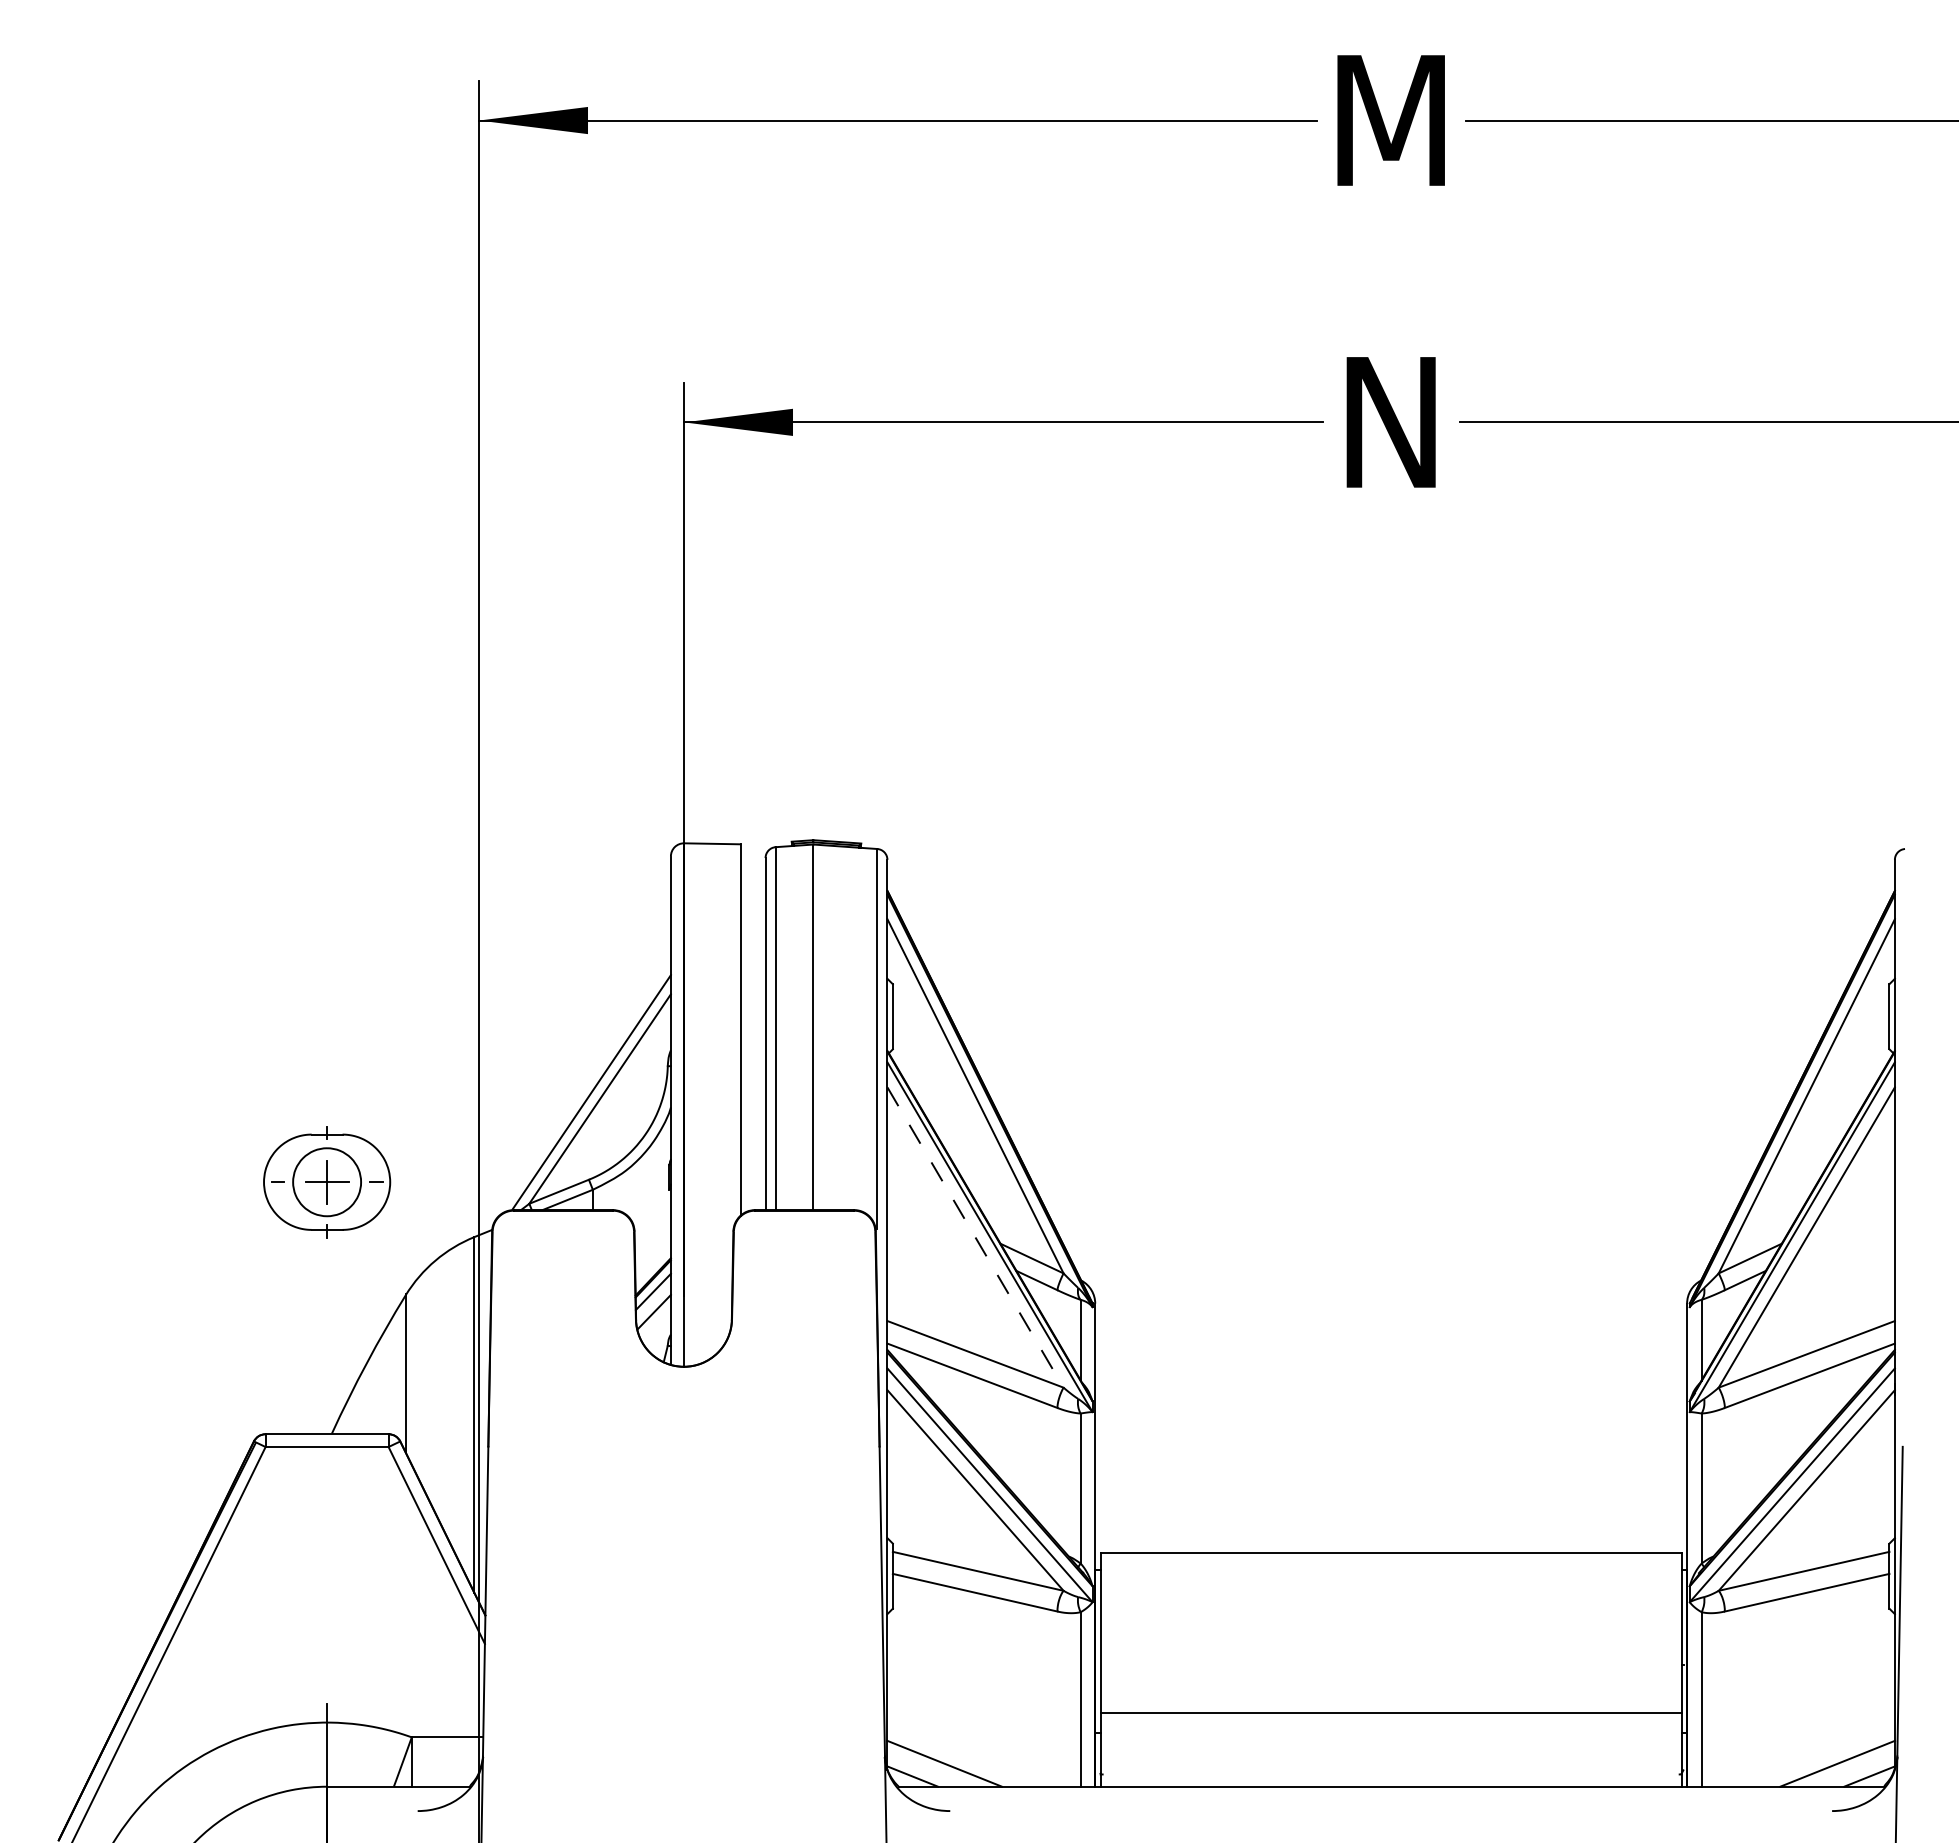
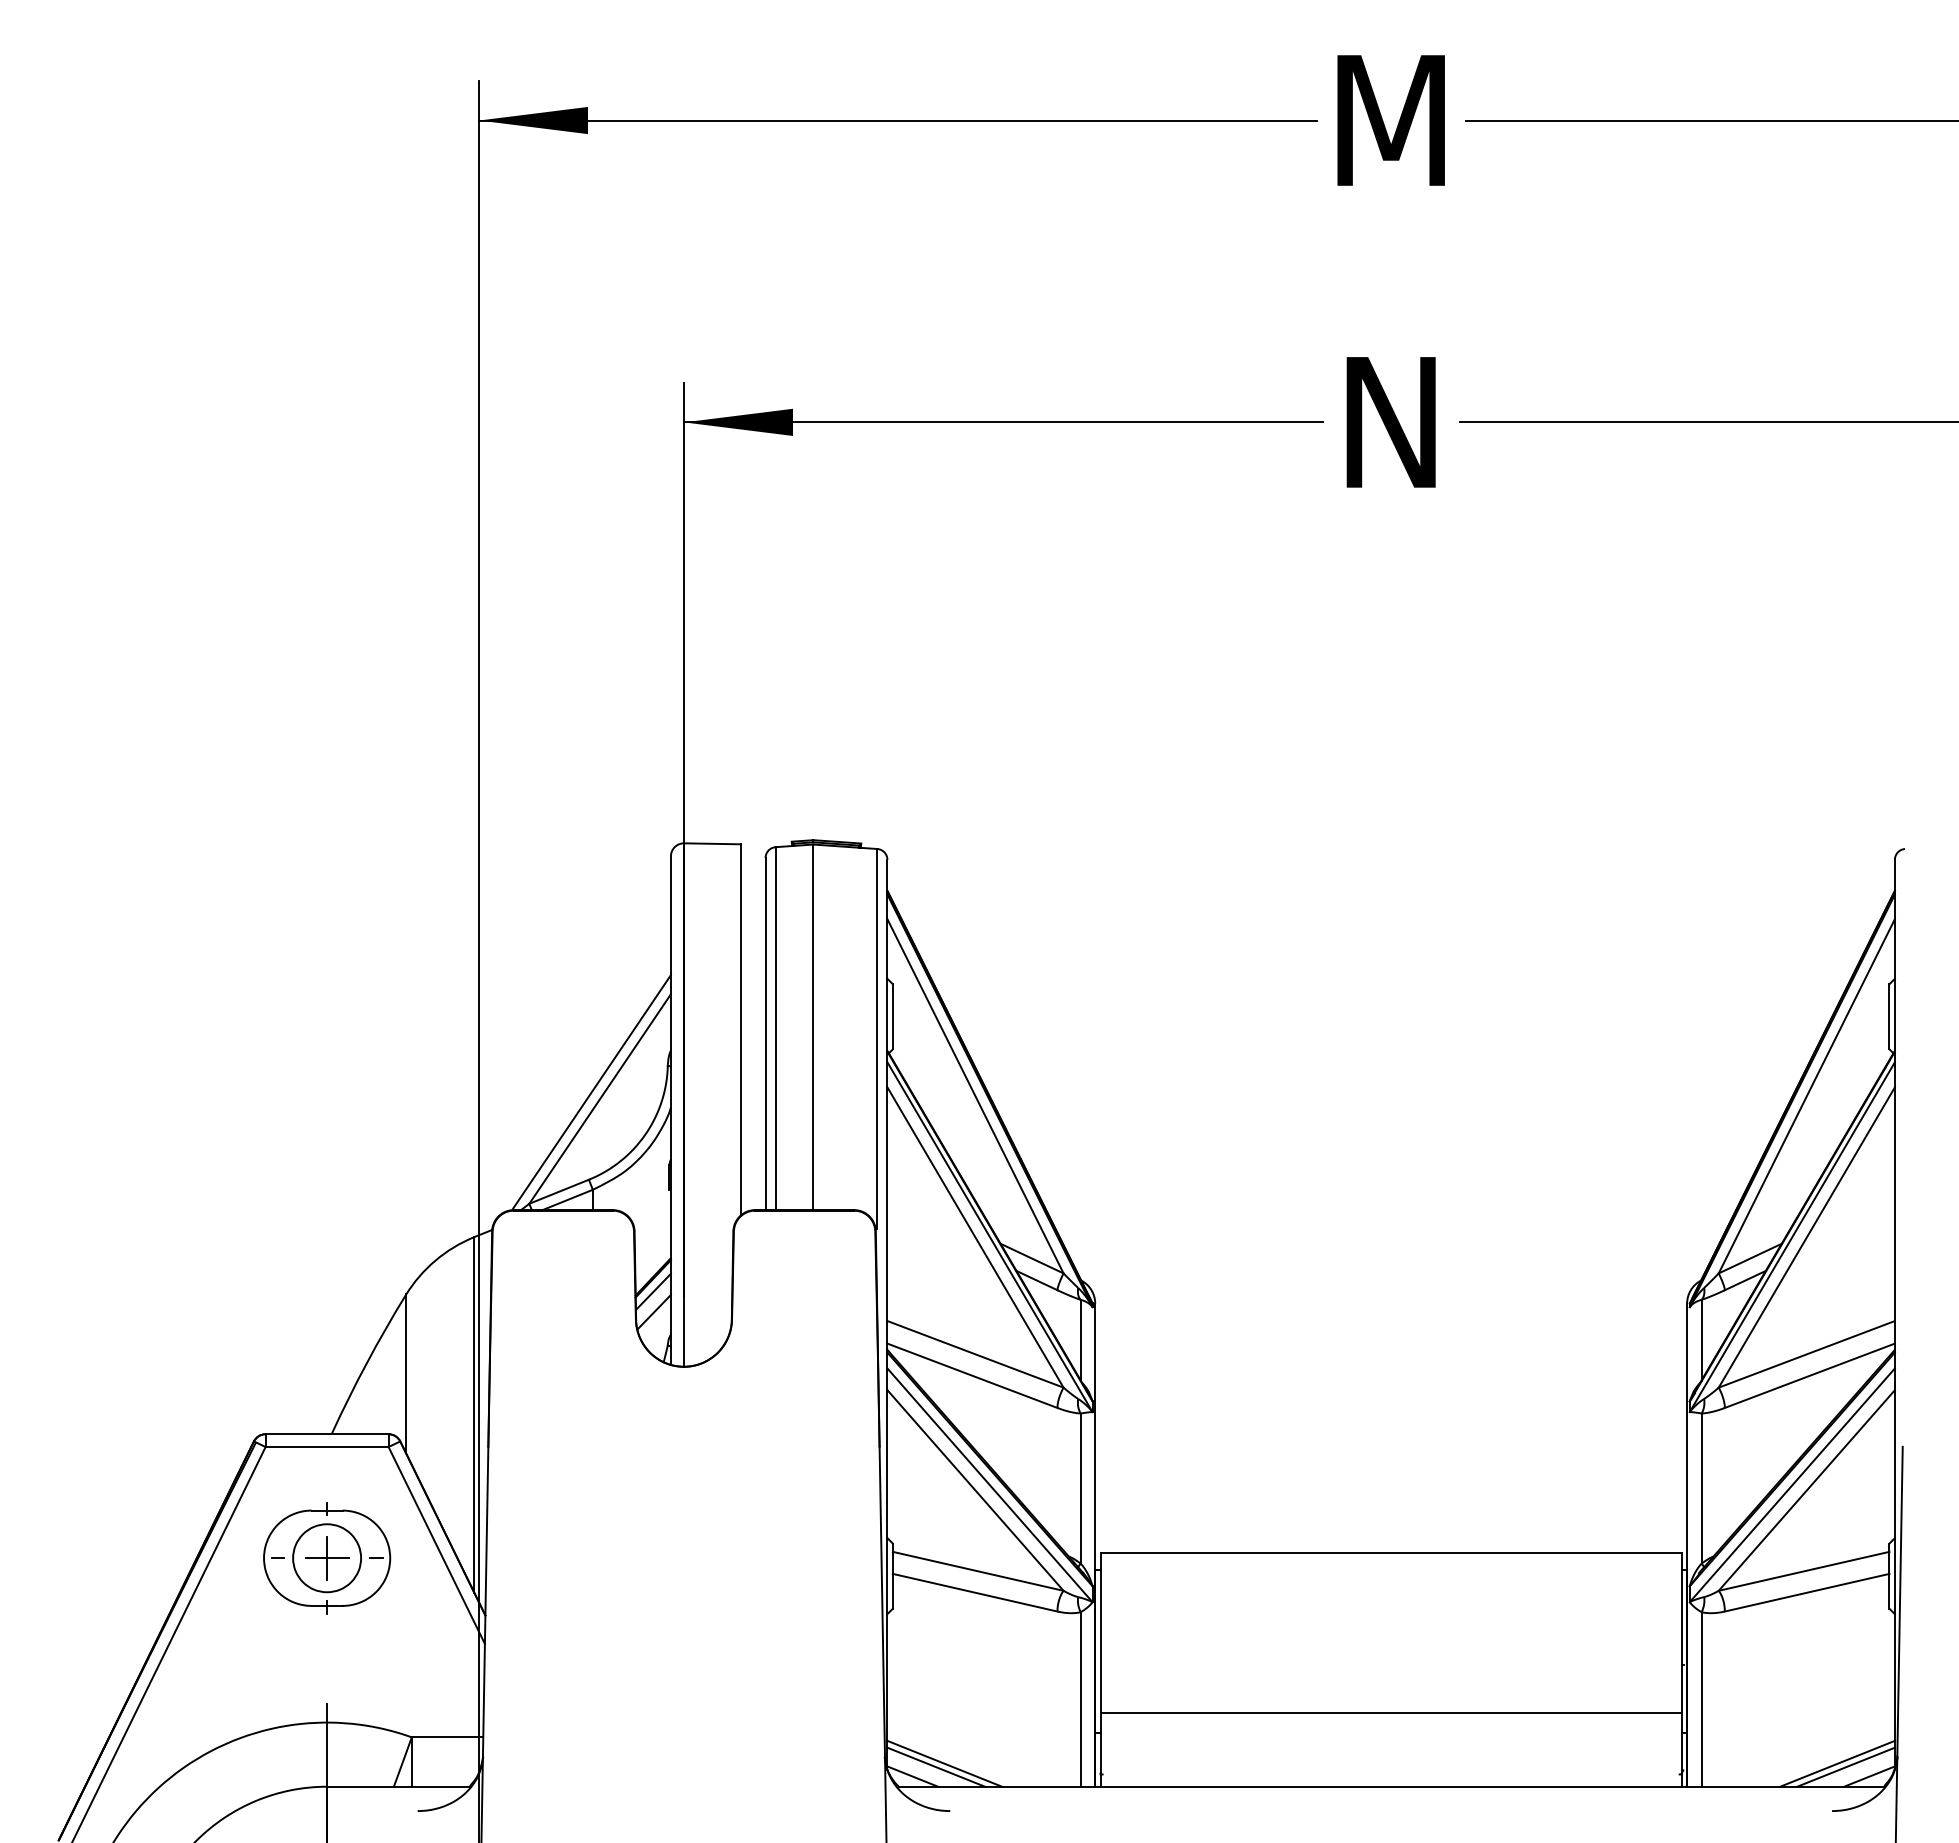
part at (327, 1182) position: (327, 1182) -> (327, 1558)
line at (975, 1237): dashed -> solid
line at (936, 1766): none -> present
line at (1845, 1766): none -> present
